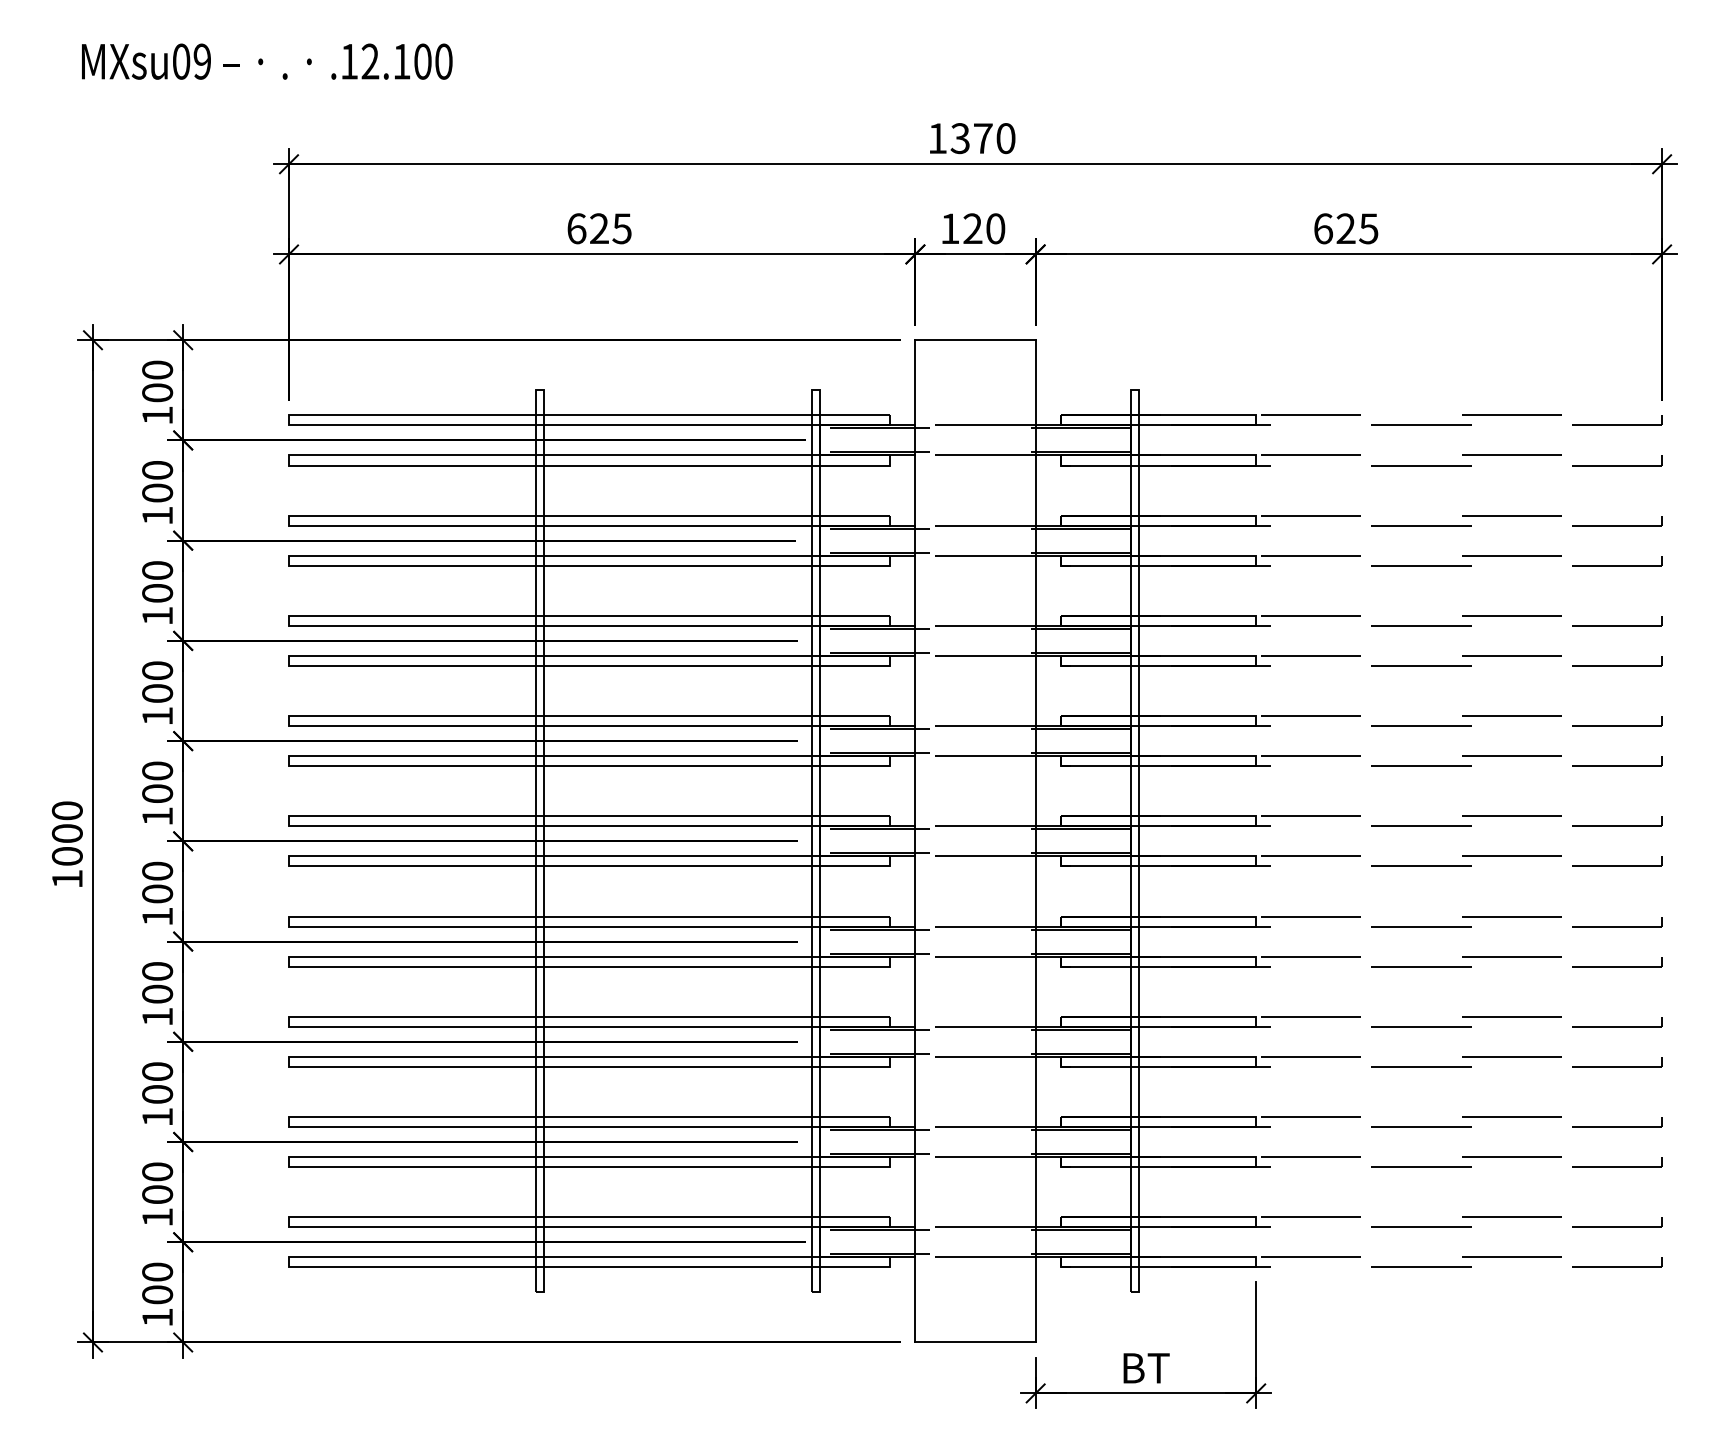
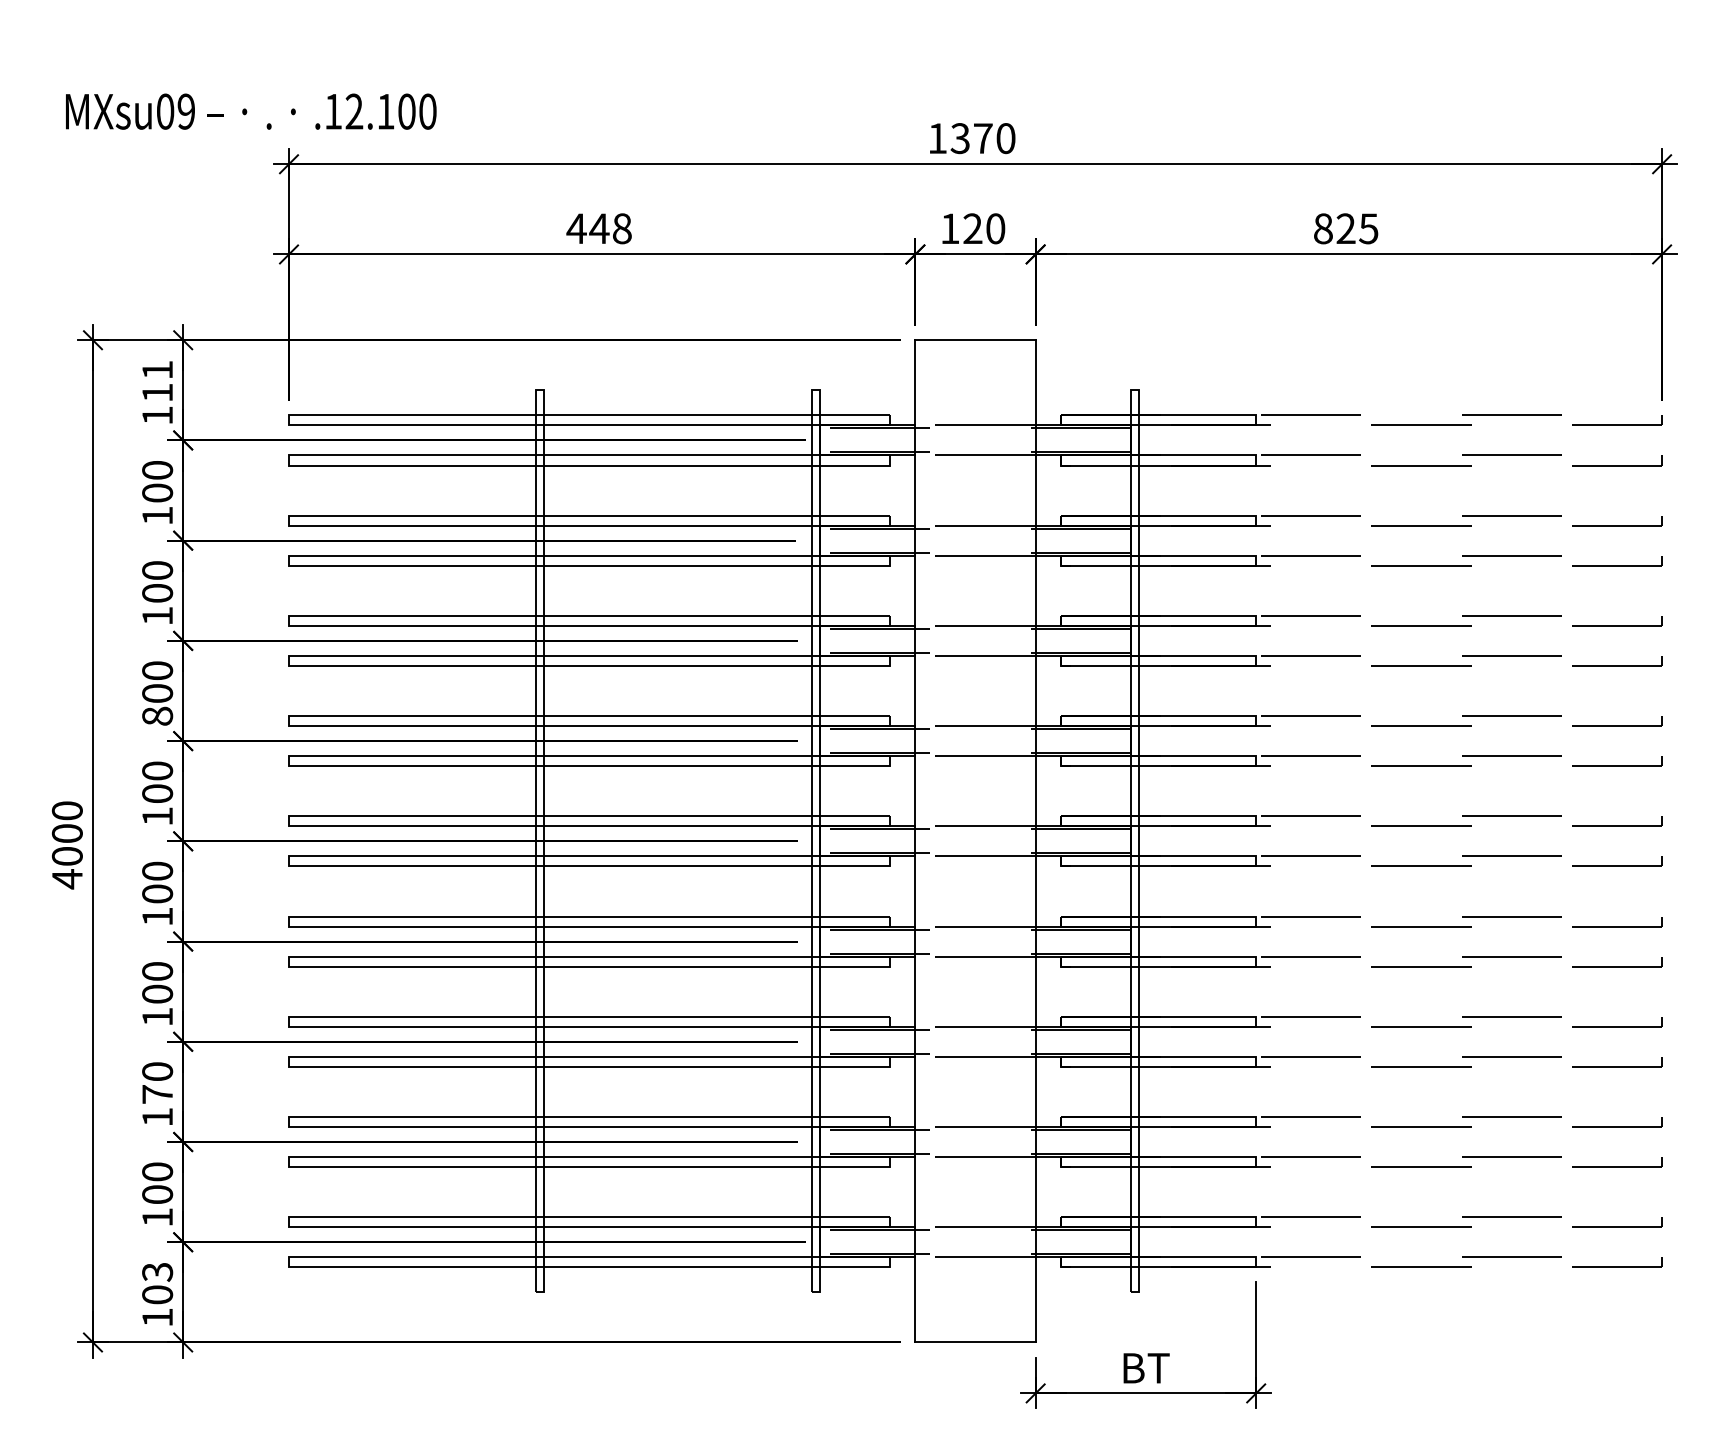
text at (267, 61) position: (267, 61) -> (251, 111)
text at (598, 228): 625 -> 448
text at (1323, 228): 625 -> 825
text at (157, 381): 100 -> 111
text at (157, 715): 100 -> 800
text at (67, 879): 1000 -> 4000
text at (157, 1094): 100 -> 170
text at (157, 1271): 100 -> 103
